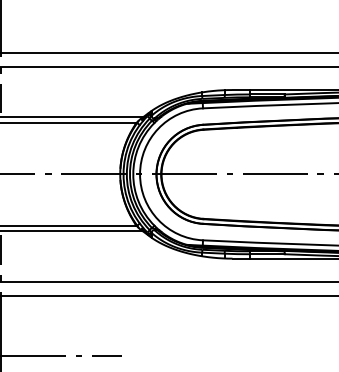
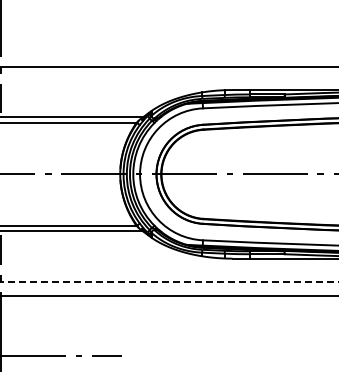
line at (168, 52): present -> none
line at (169, 281): solid -> dashed
